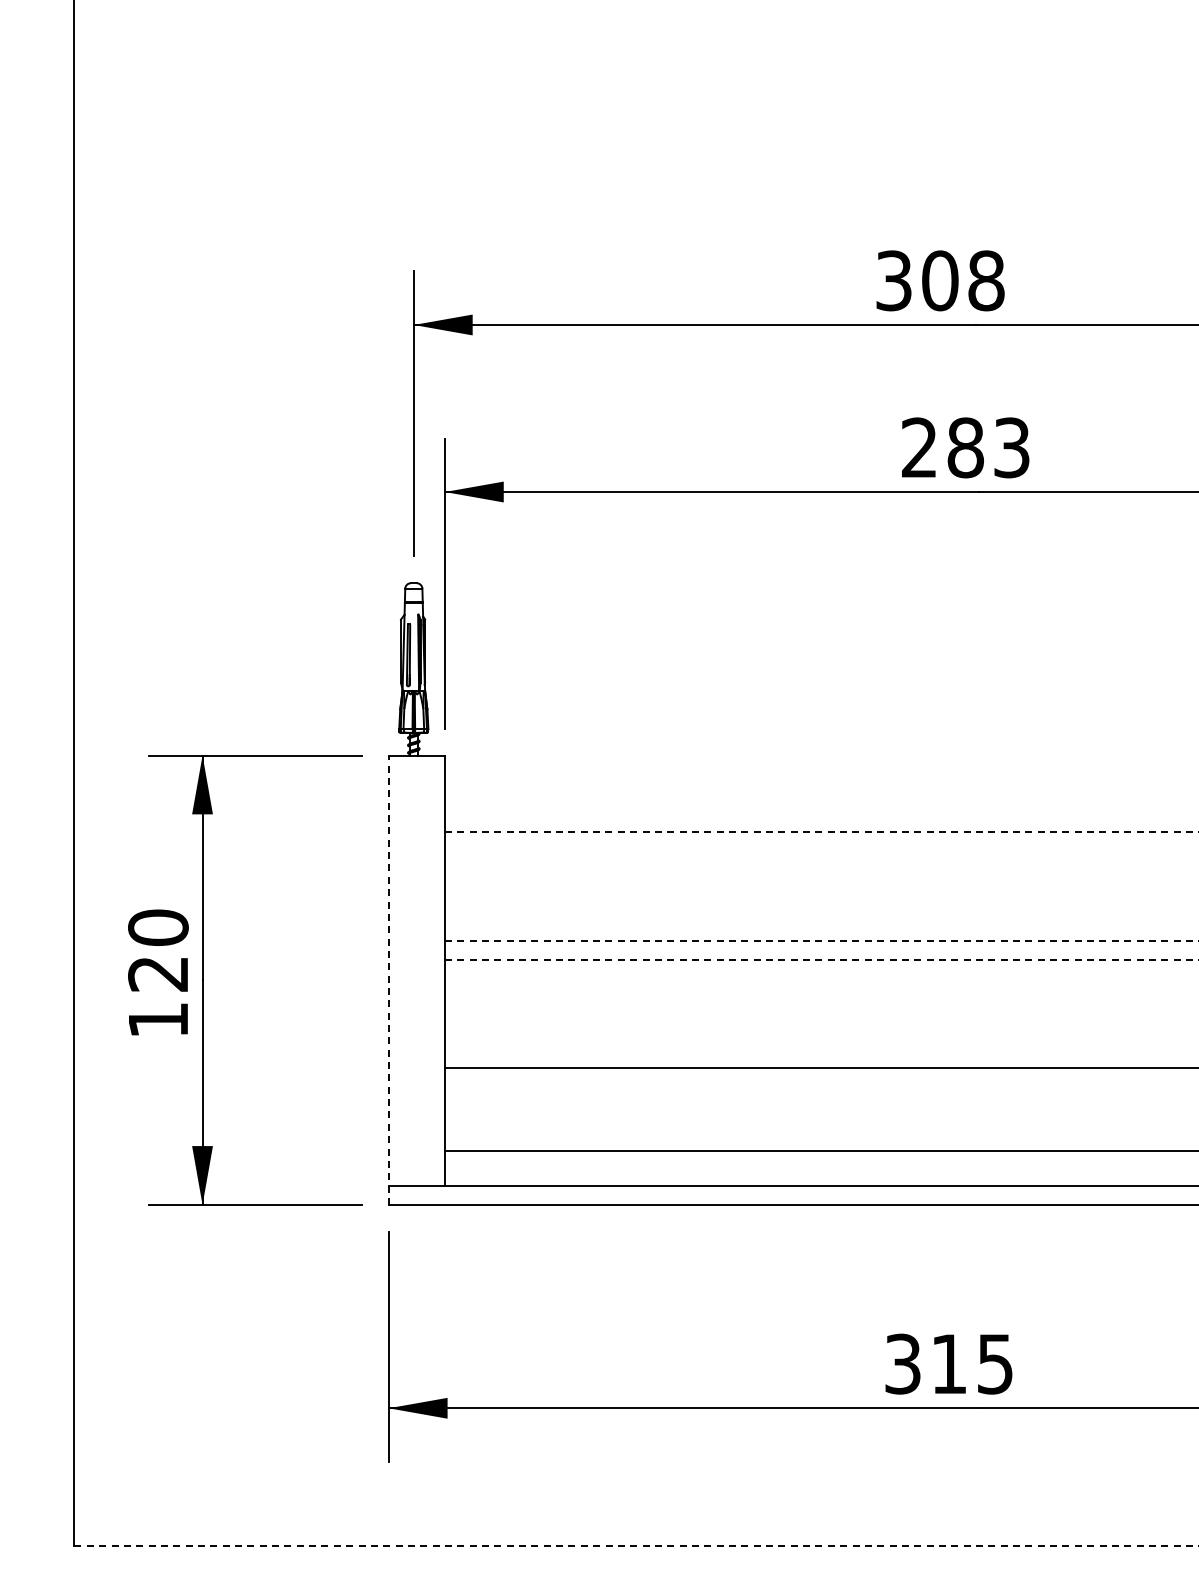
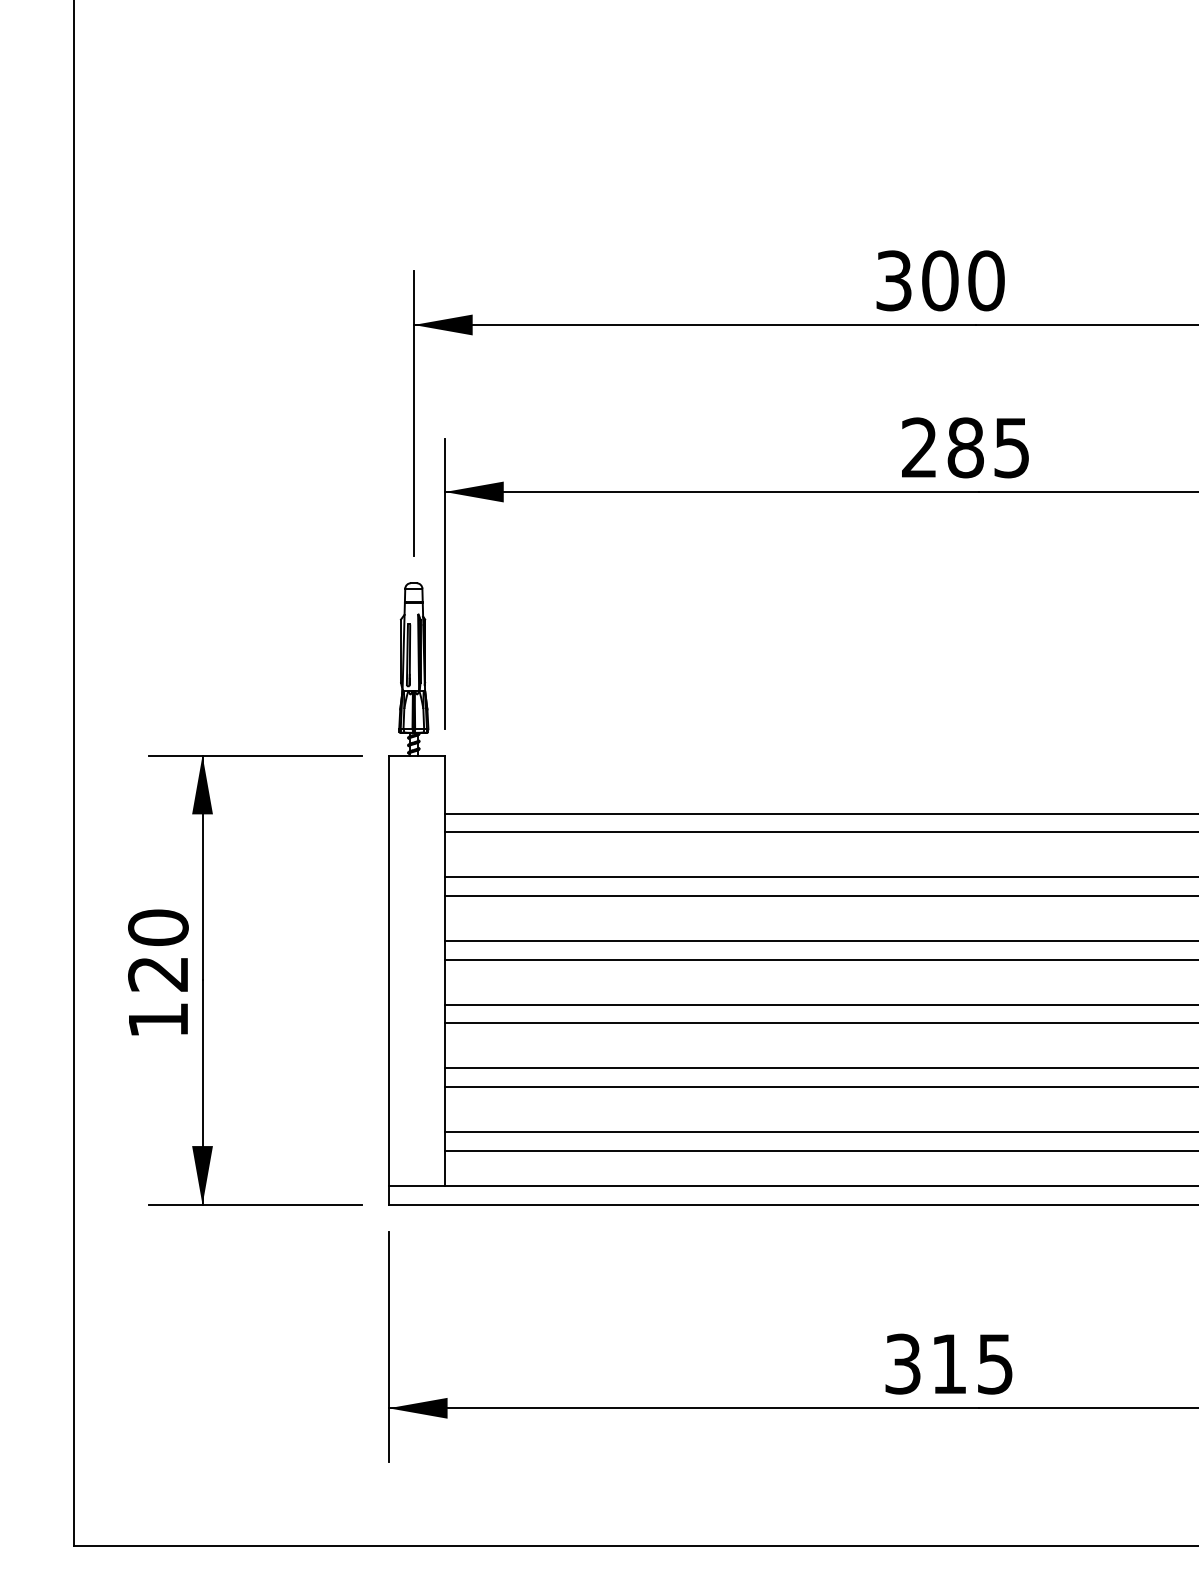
text at (986, 280): 308 -> 300
text at (1012, 447): 283 -> 285
line at (819, 813): none -> present
line at (821, 832): dashed -> solid
line at (819, 877): none -> present
line at (819, 895): none -> present
line at (821, 940): dashed -> solid
line at (821, 959): dashed -> solid
line at (388, 980): dashed -> solid
line at (819, 1004): none -> present
line at (819, 1023): none -> present
line at (819, 1086): none -> present
line at (819, 1131): none -> present
line at (636, 1545): dashed -> solid
